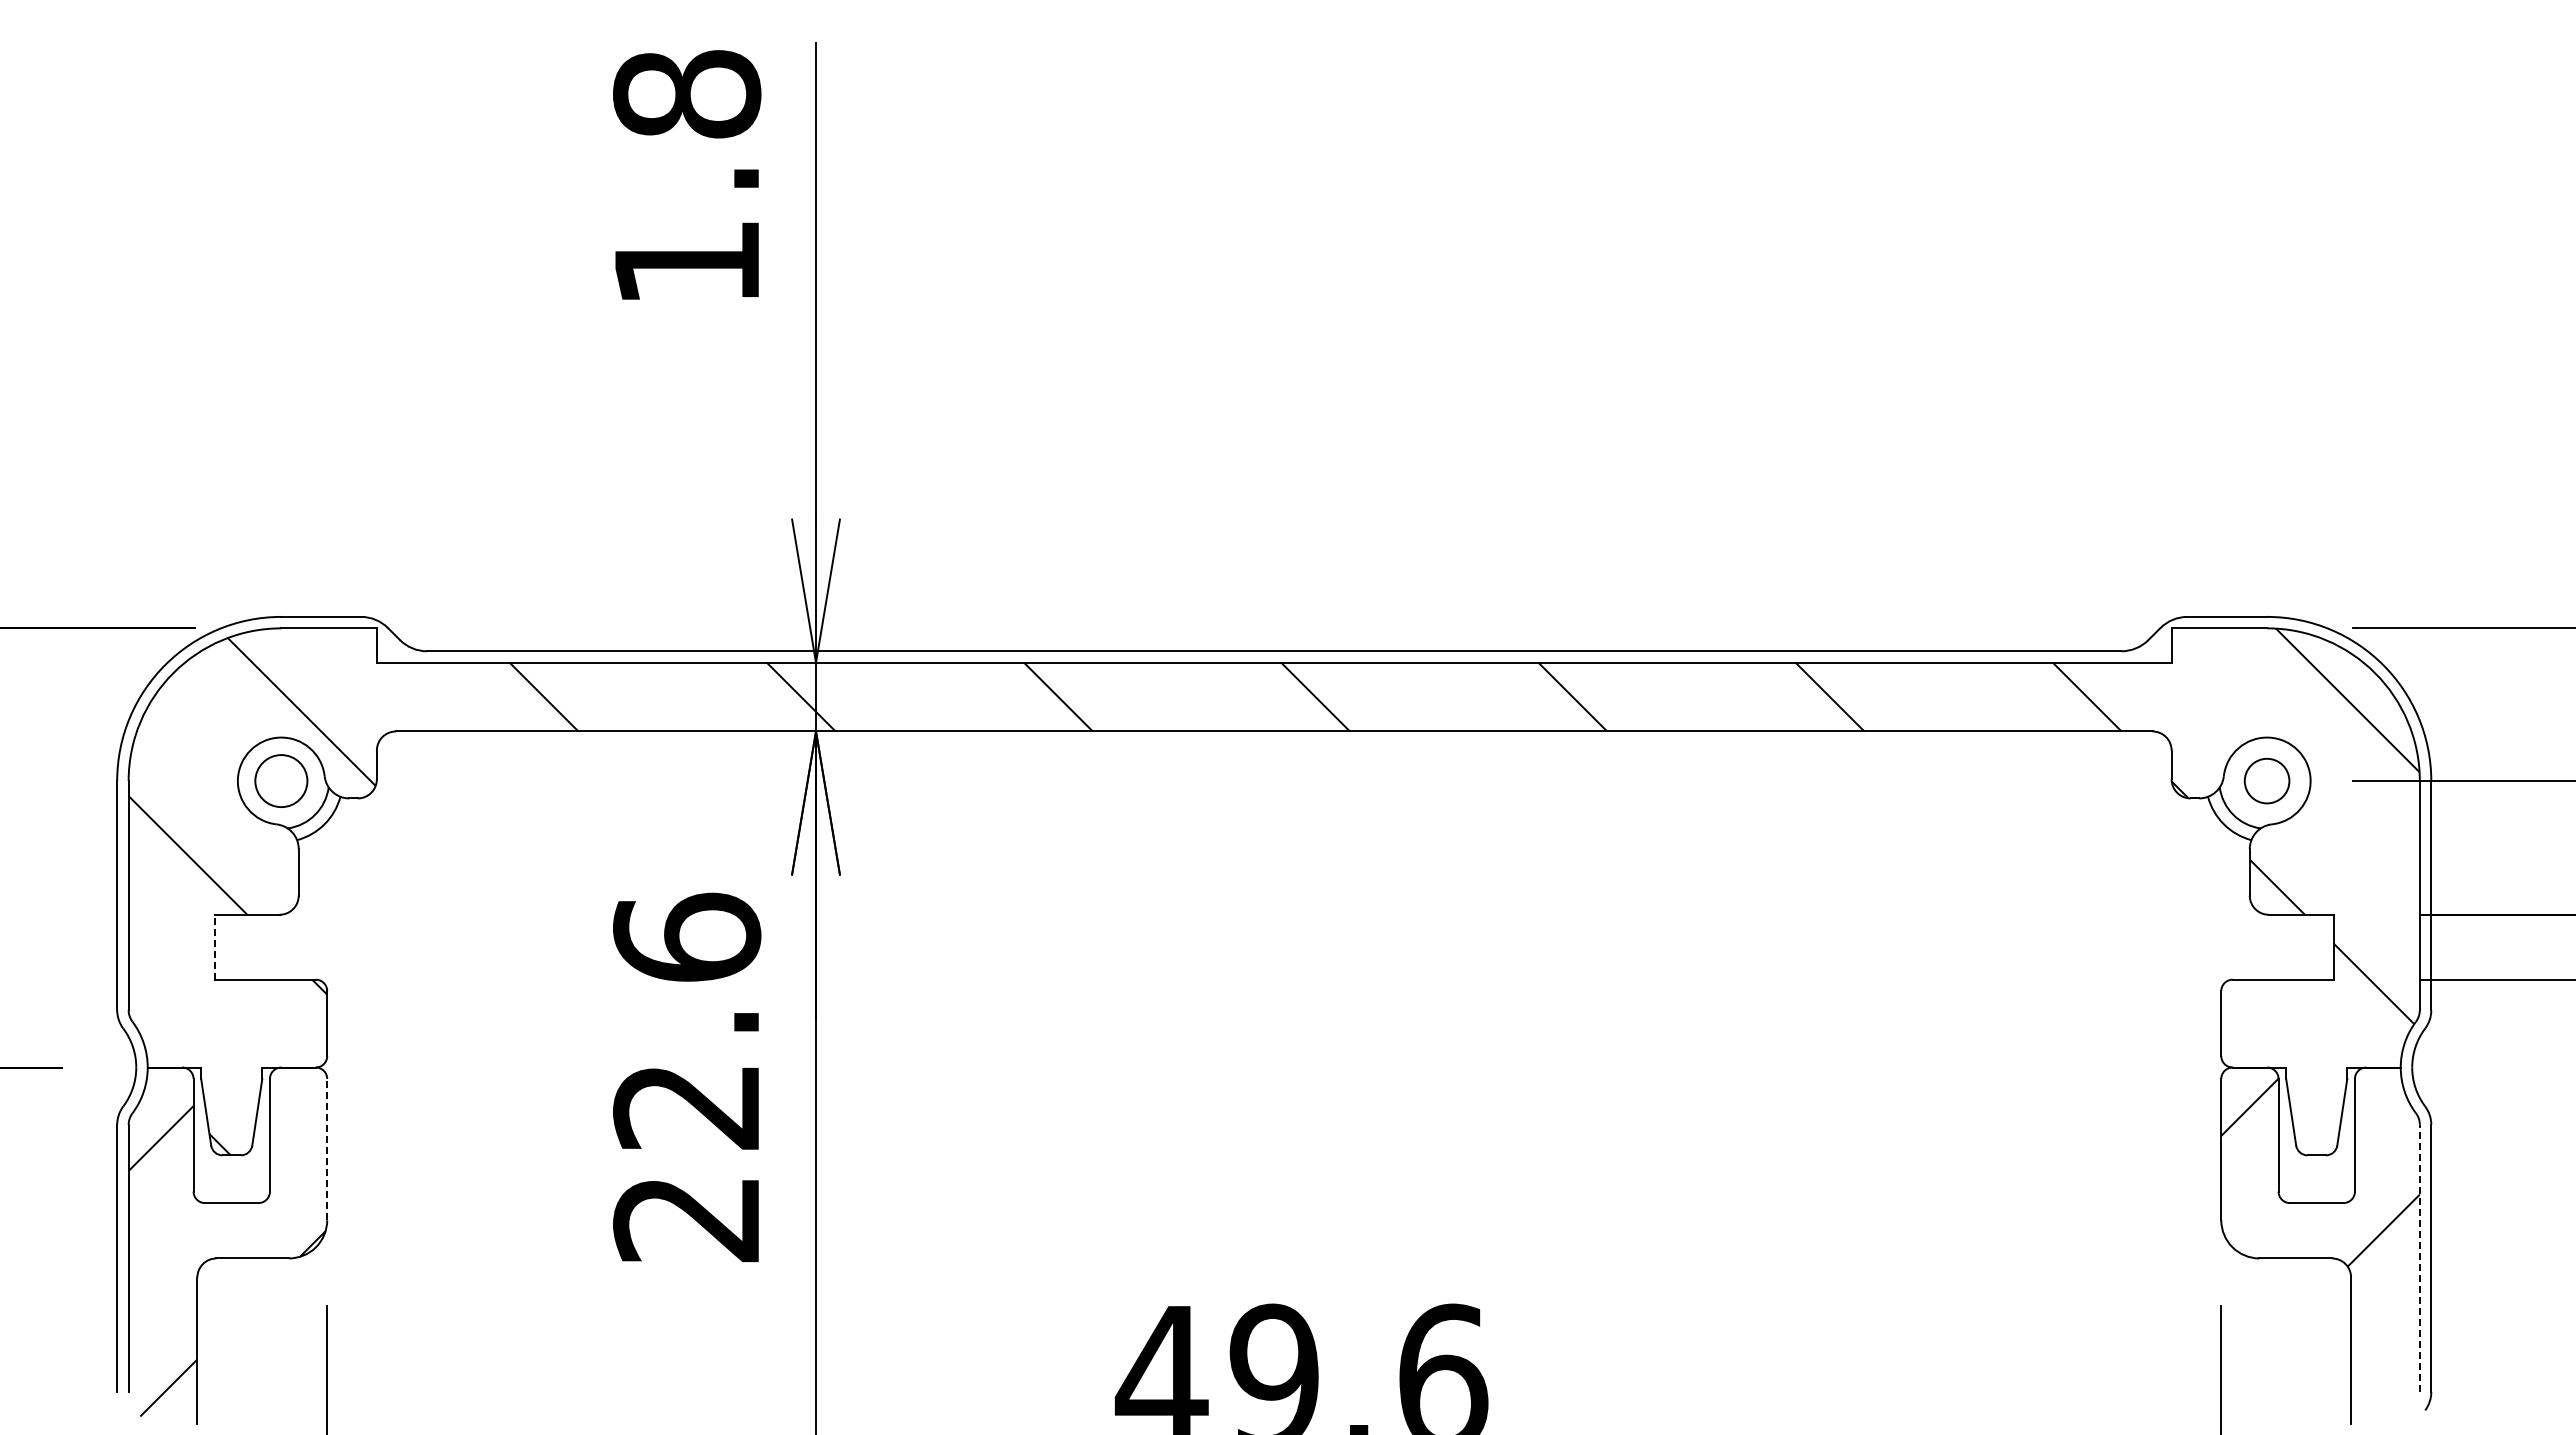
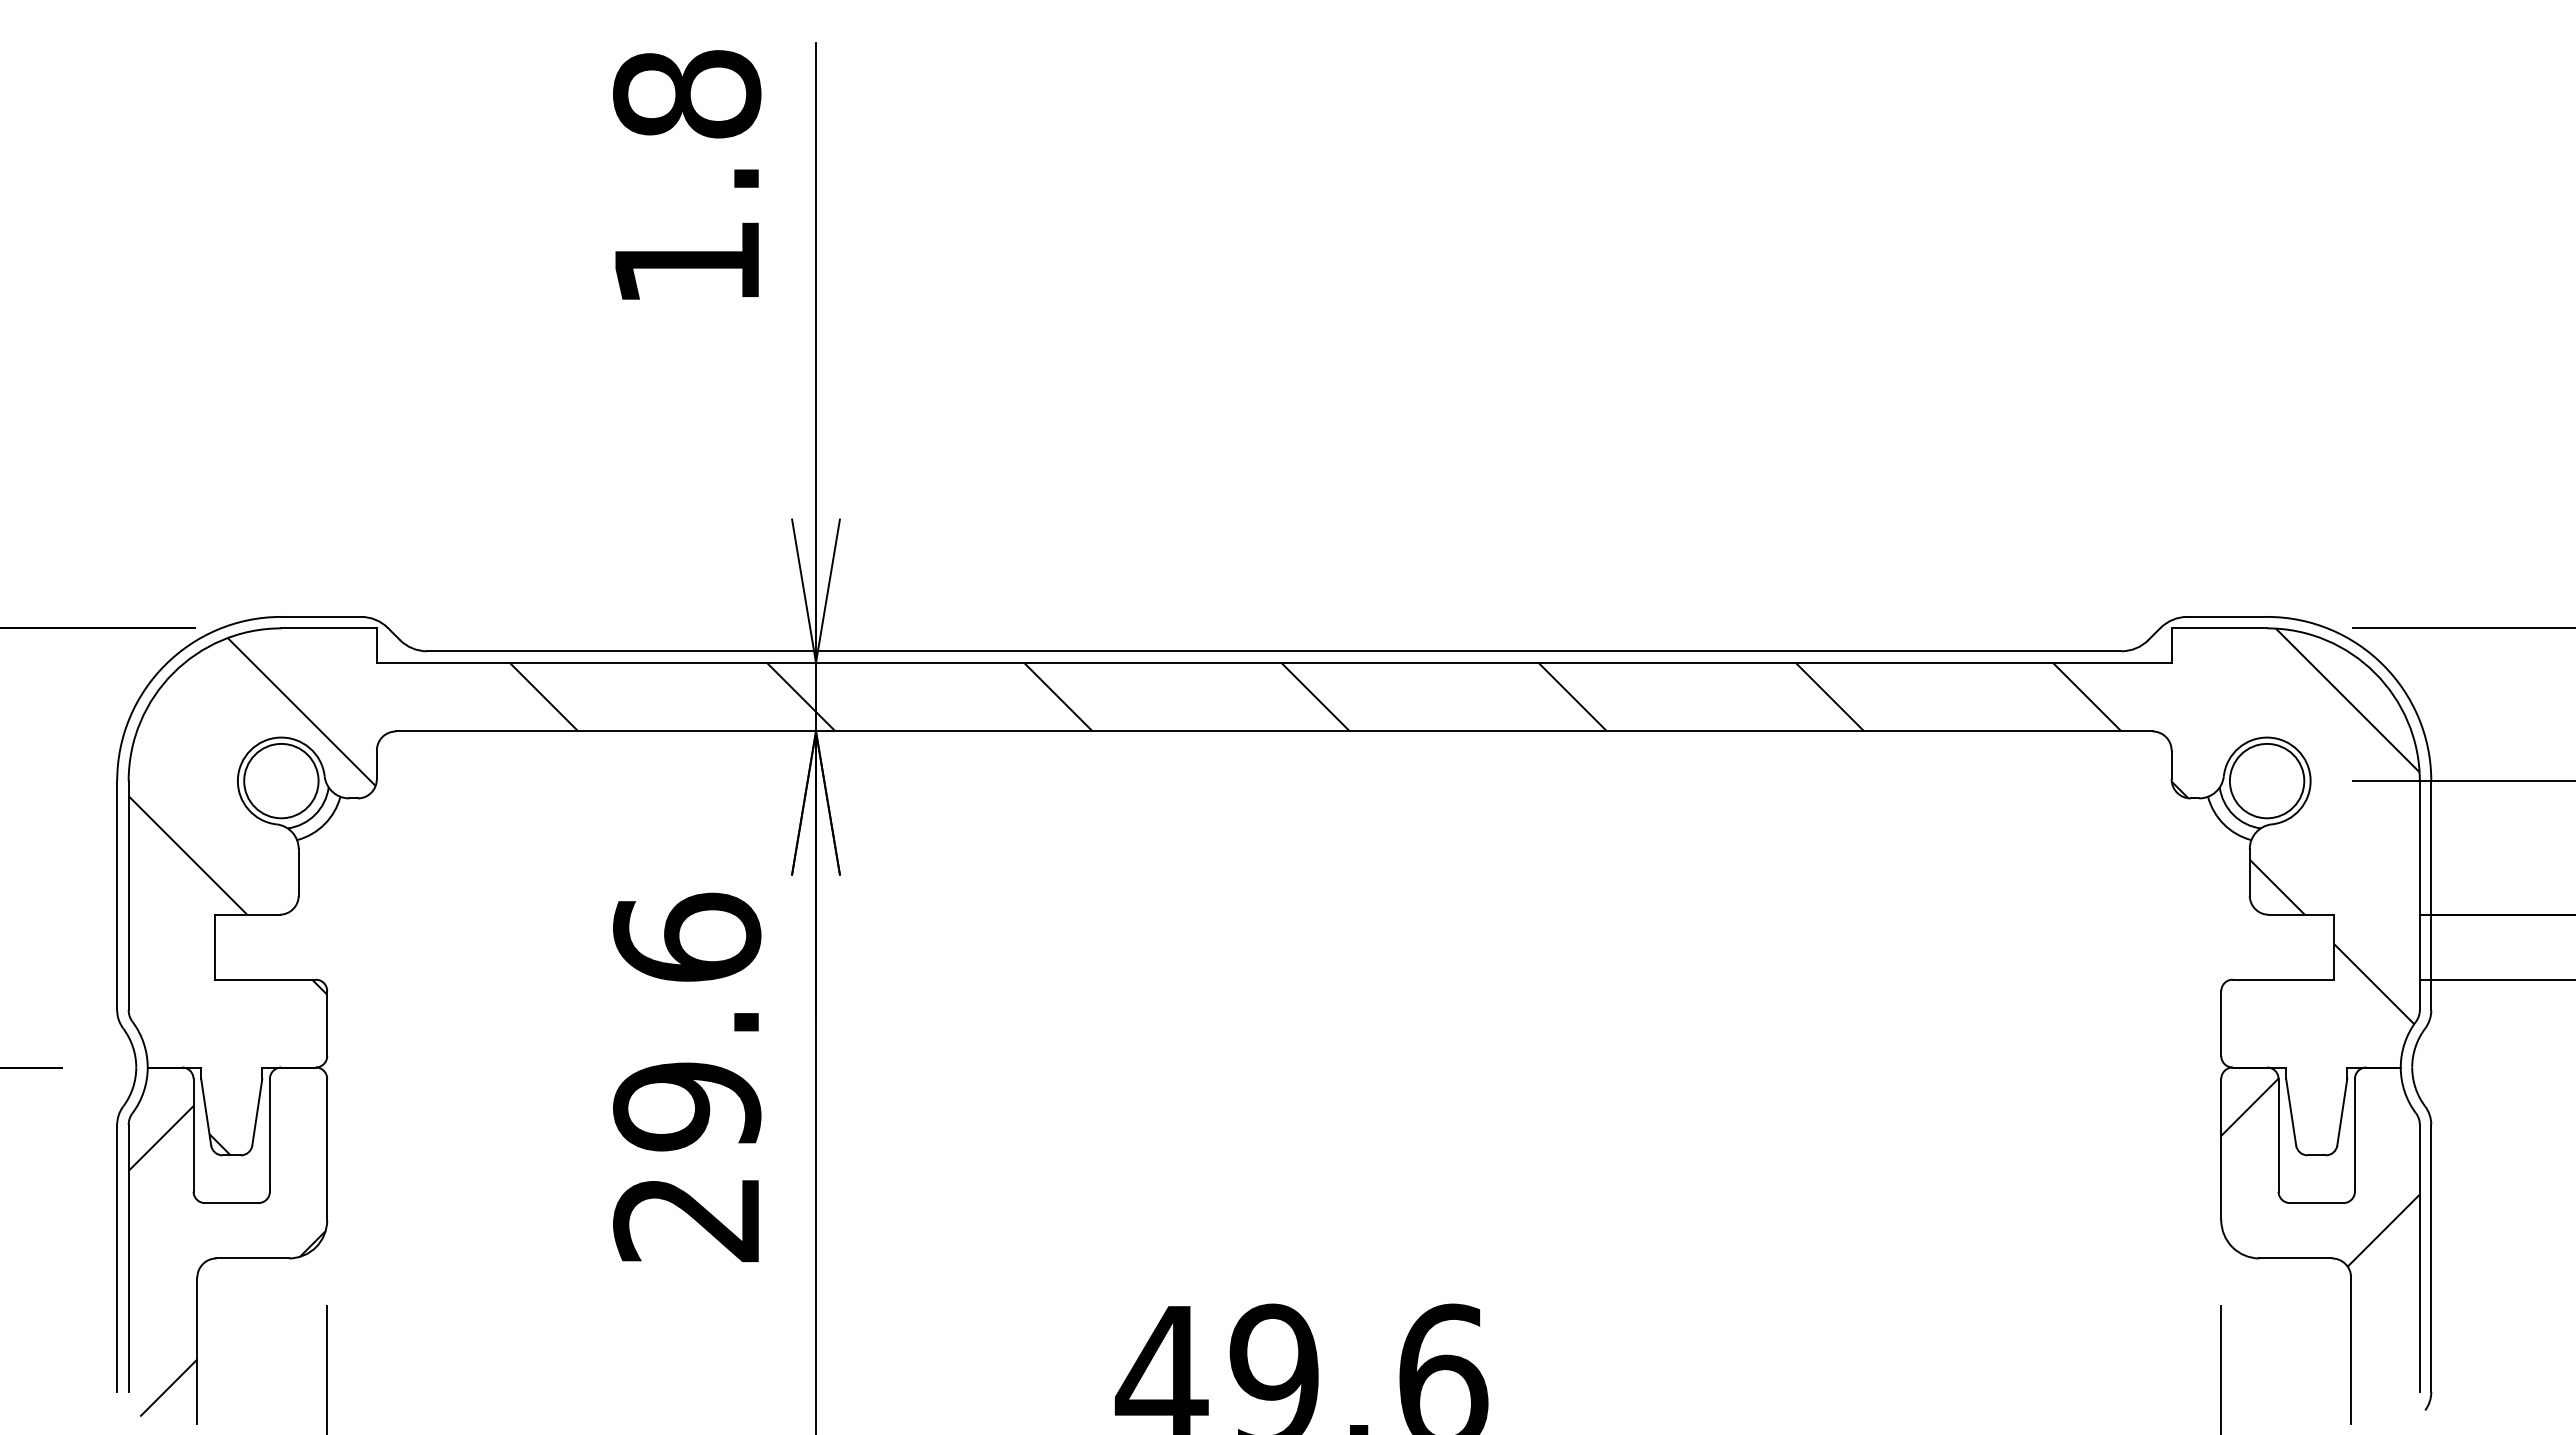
circle at (2266, 780) diameter: 45 px -> 74 px
circle at (281, 781) diameter: 52 px -> 74 px
line at (214, 946): dashed -> solid
text at (687, 1106): 22.6 -> 29.6
line at (327, 1149): dashed -> solid
line at (2419, 1258): dashed -> solid
